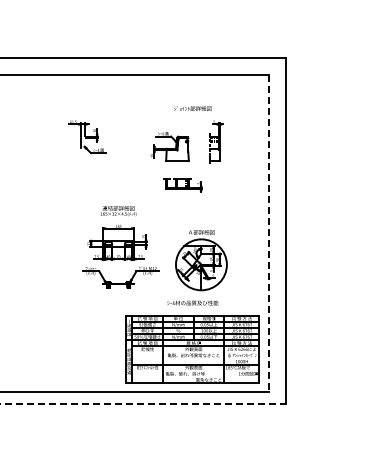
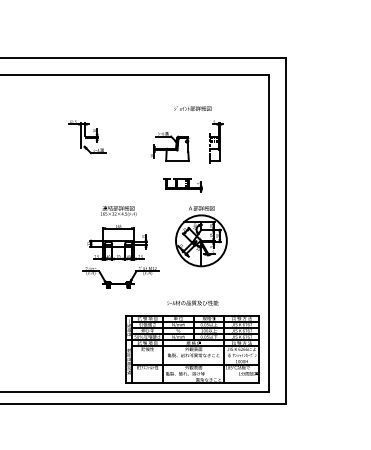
line at (268, 233): dashed -> solid
part at (201, 260) position: (201, 260) -> (201, 236)
line at (143, 403): dashed -> solid
